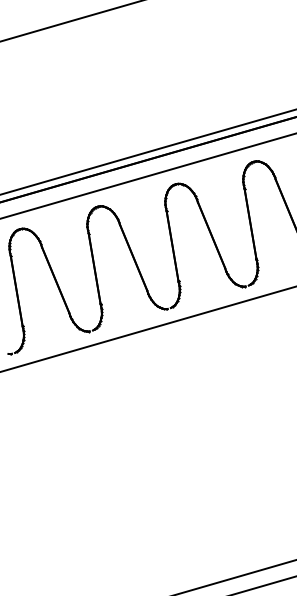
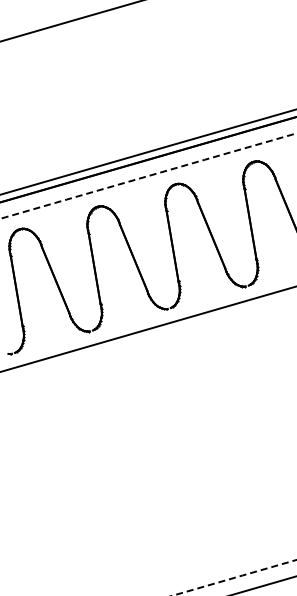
arc at (148, 176): solid -> dashed
arc at (233, 578): solid -> dashed
